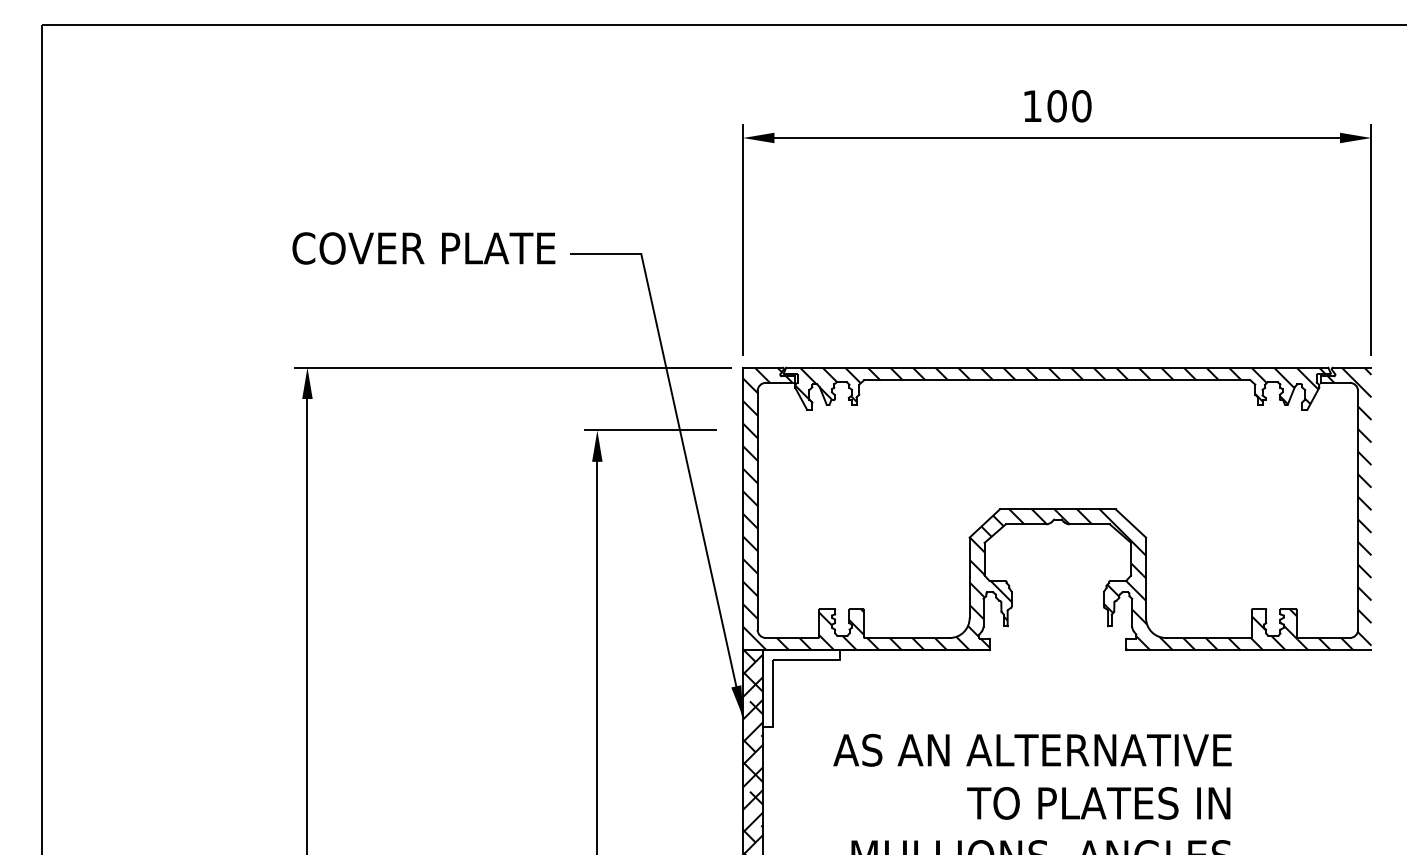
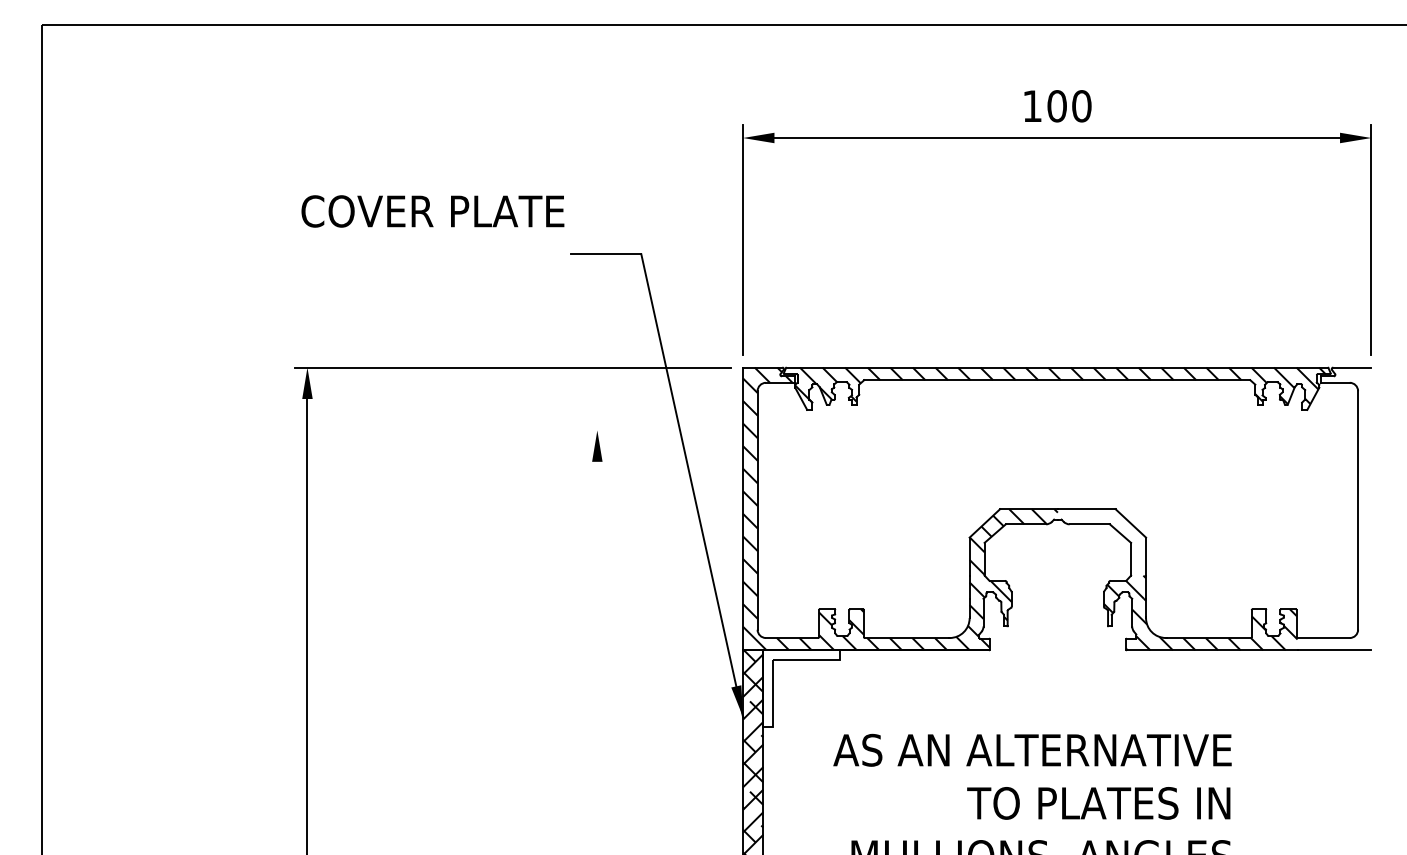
text at (423, 248) position: (423, 248) -> (432, 211)
line at (649, 430): present -> none
hatch at (1334, 508): present -> none
hatch at (1101, 542): present -> none
line at (597, 656): present -> none
